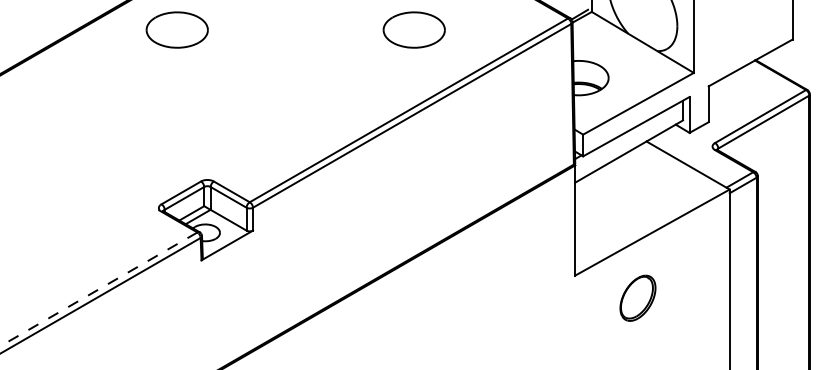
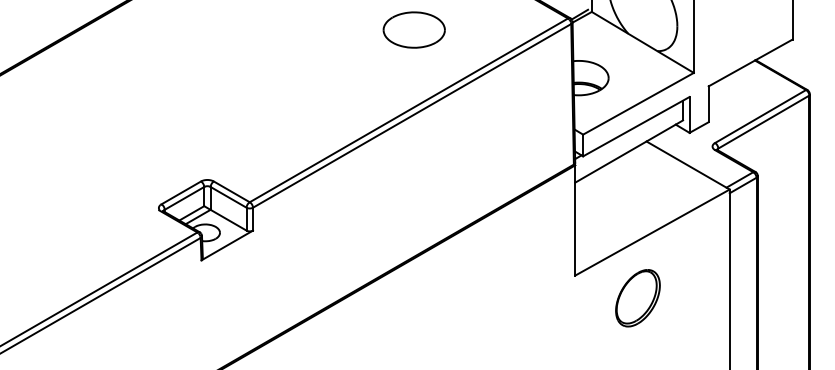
part at (176, 29): present -> none
line at (98, 289): dashed -> solid
part at (637, 297) size: 38x48 px -> 46x59 px
